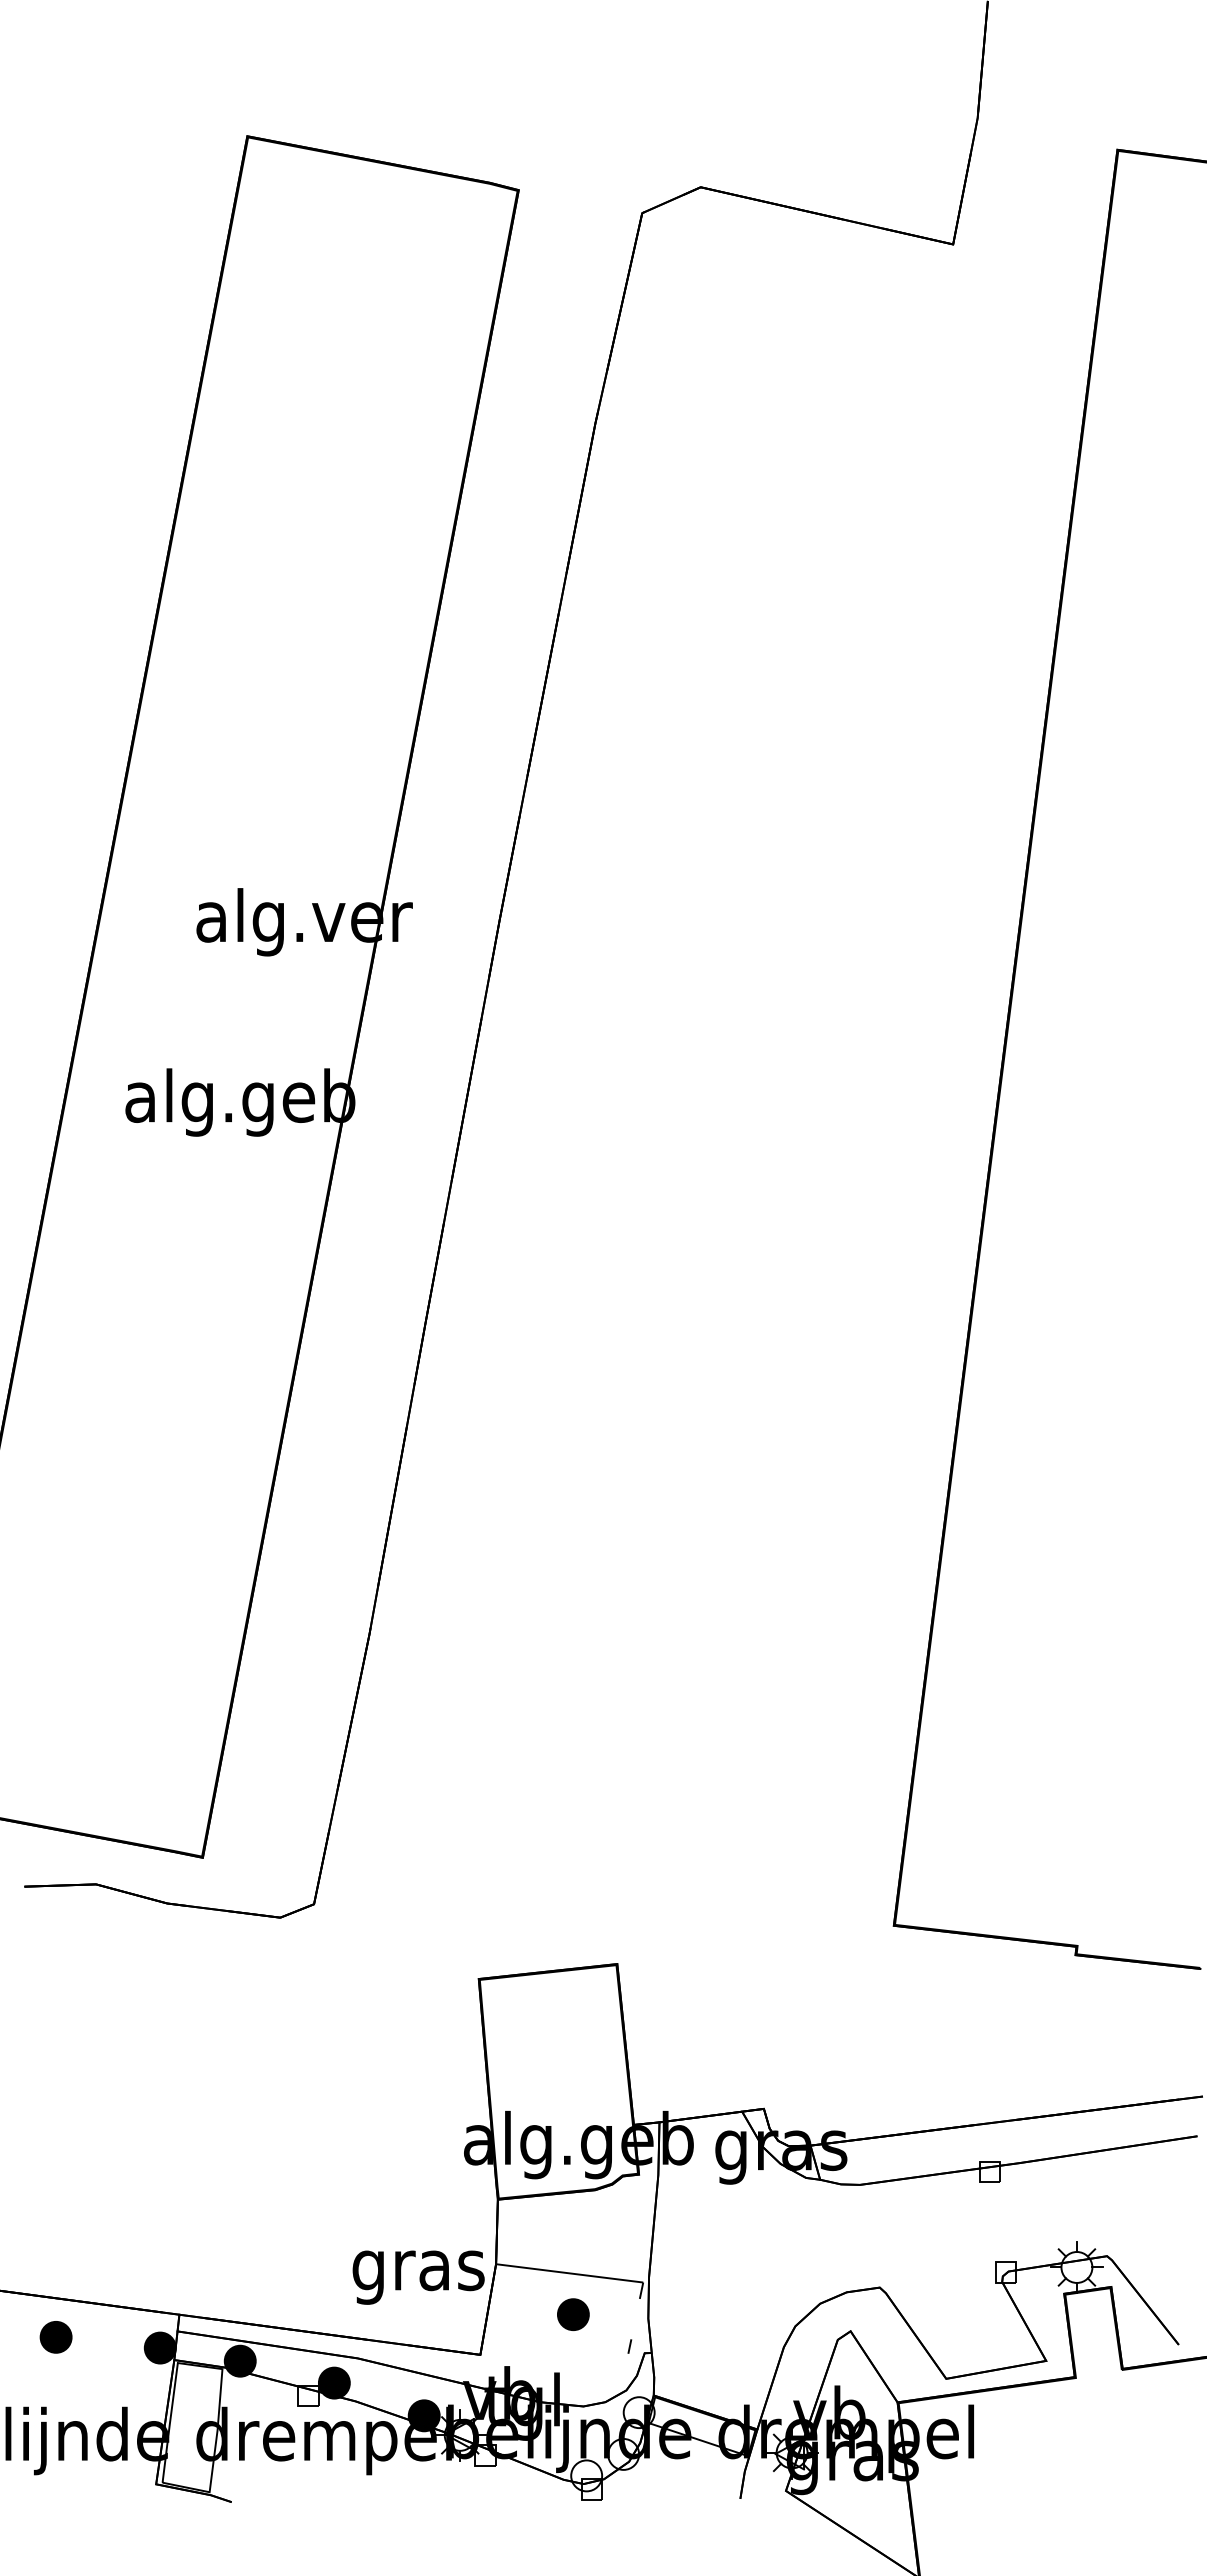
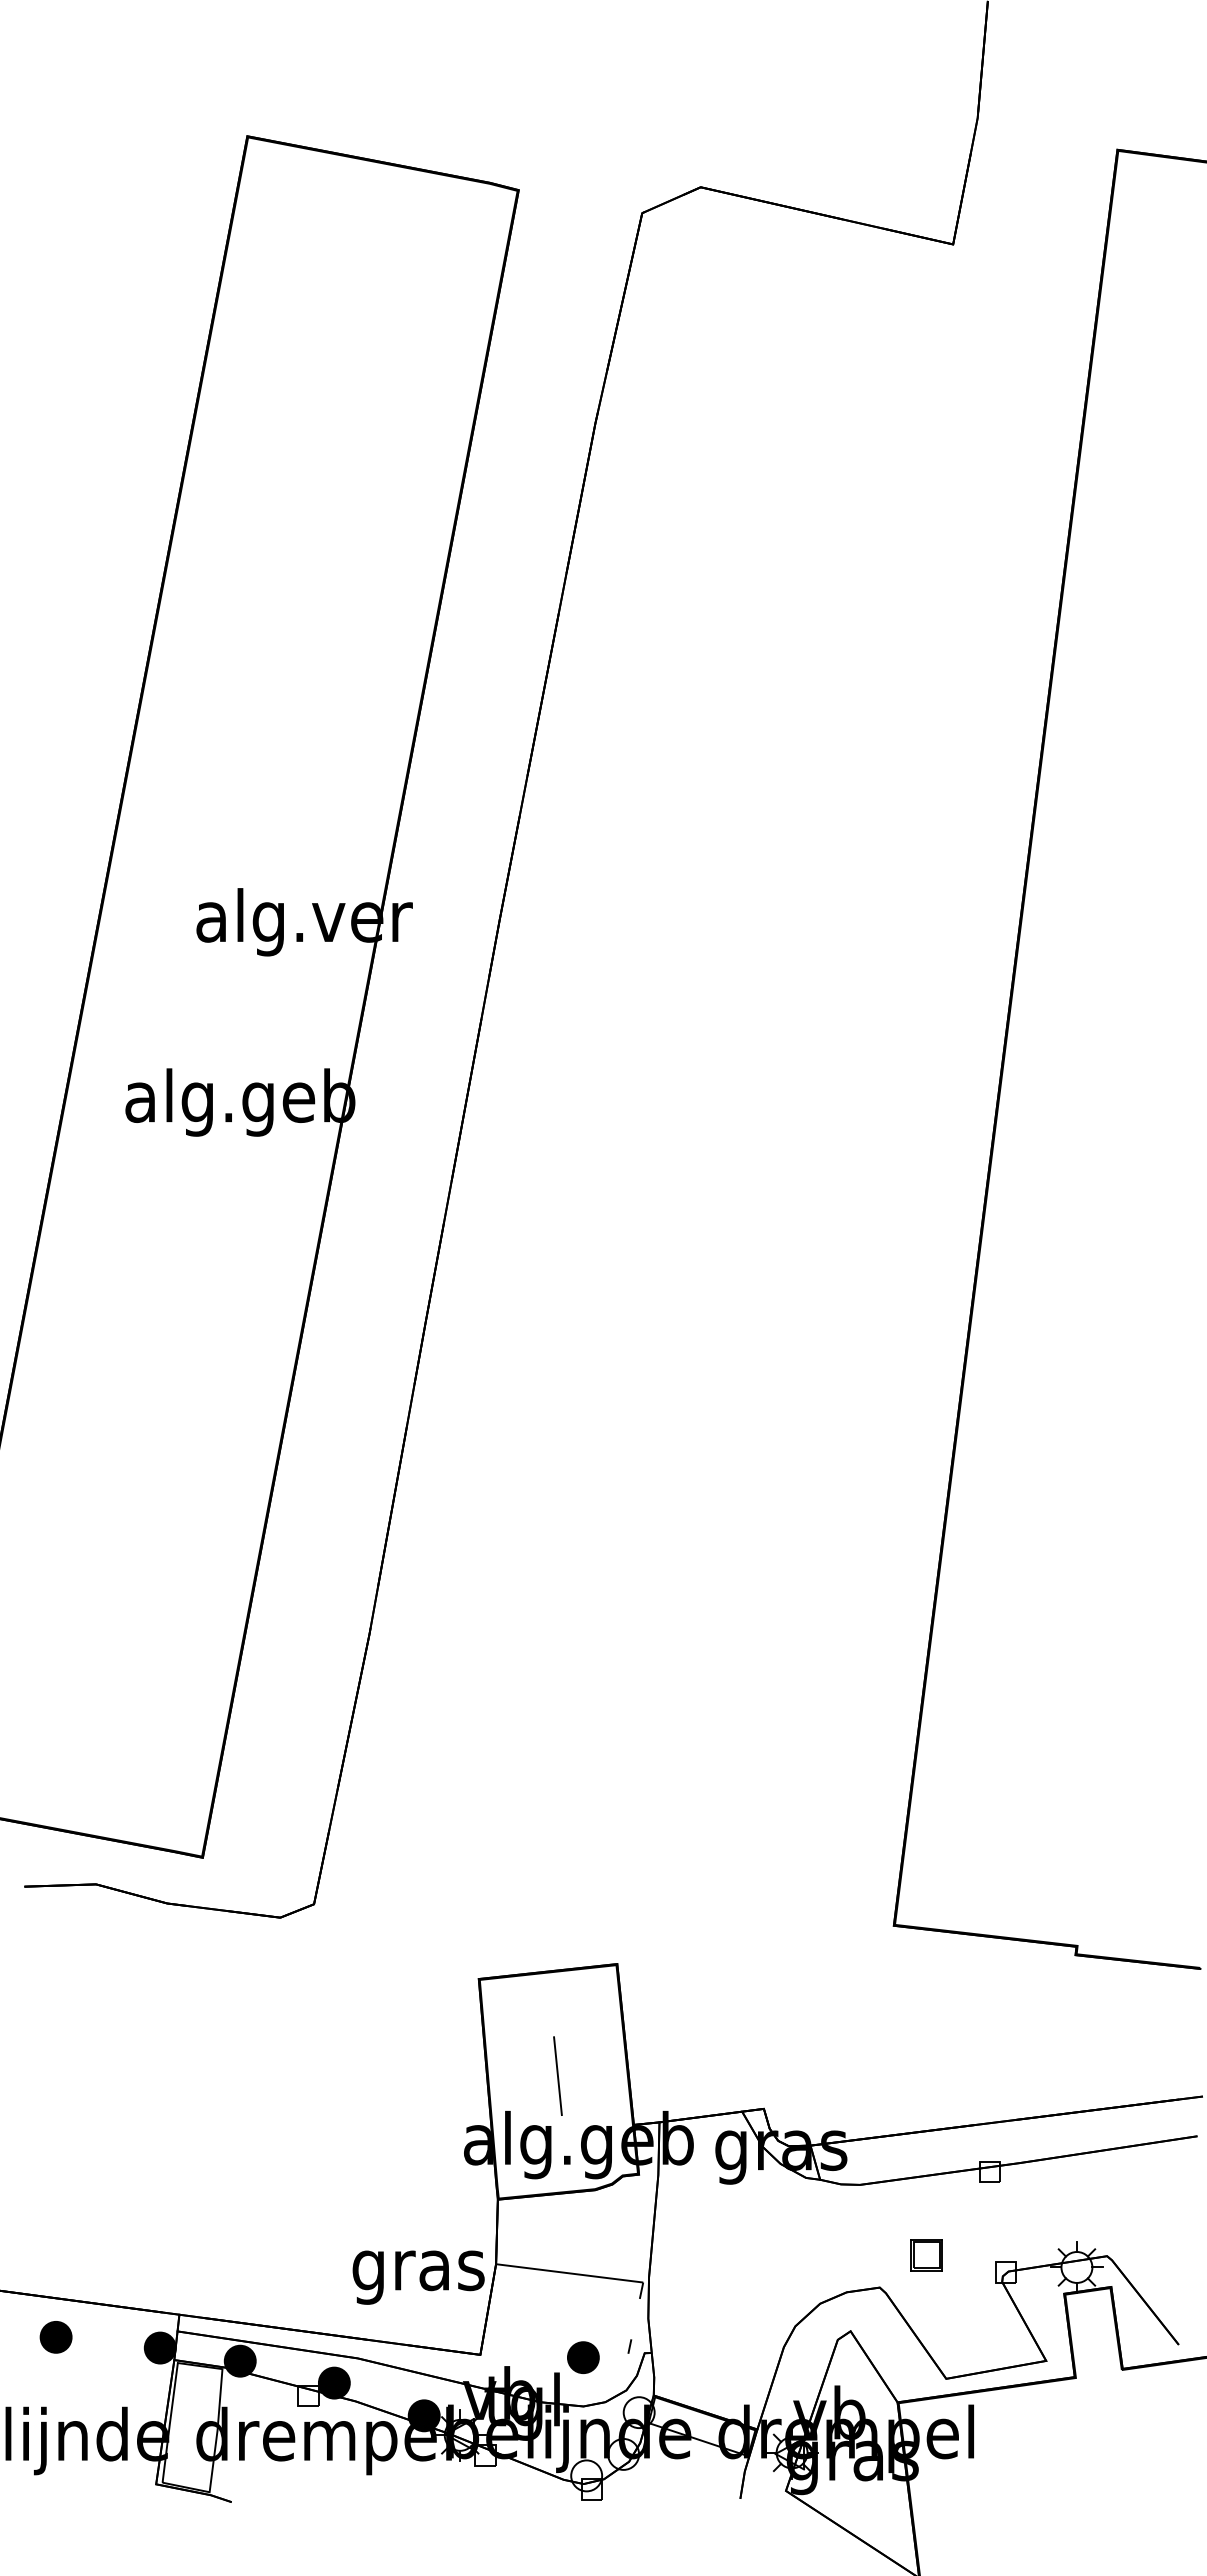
line at (557, 2076): none -> present
part at (926, 2255): none -> present
part at (573, 2314) position: (573, 2314) -> (583, 2357)
